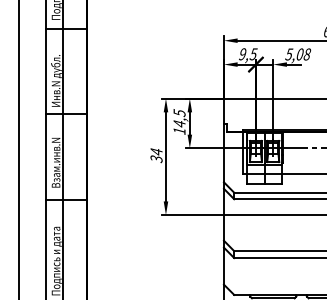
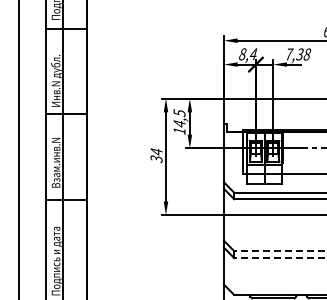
text at (248, 54): 9,5 -> 8,4
text at (294, 54): 5,08 -> 7,38
line at (280, 251): solid -> dashed
line at (280, 258): solid -> dashed
